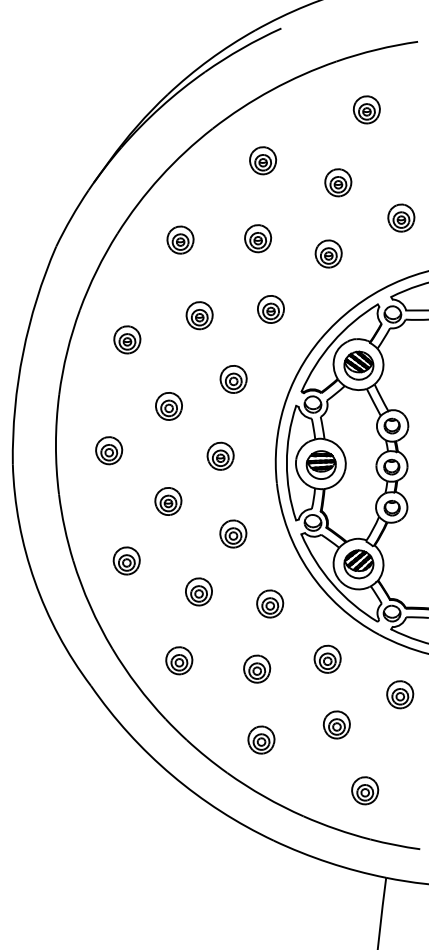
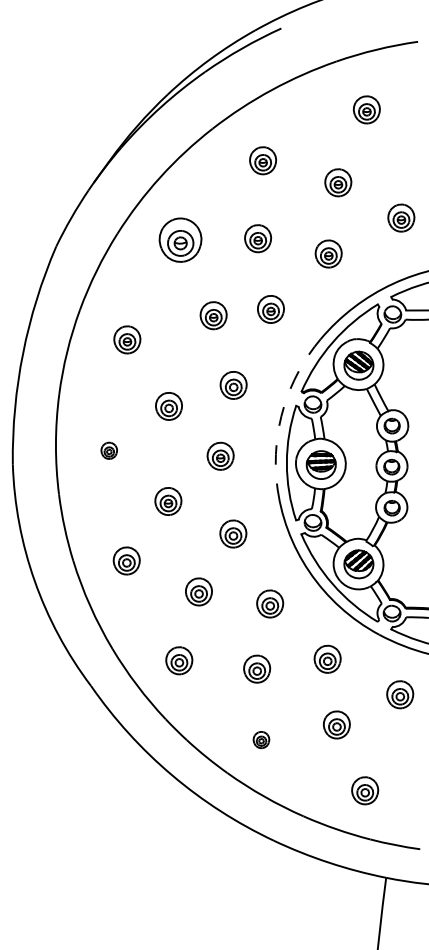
part at (180, 239) size: 29x30 px -> 45x46 px
part at (199, 315) position: (199, 315) -> (213, 315)
part at (233, 379) position: (233, 379) -> (233, 385)
arc at (284, 406): solid -> dashed
part at (109, 450) size: 29x30 px -> 18x19 px
part at (261, 739) size: 29x30 px -> 19x19 px
